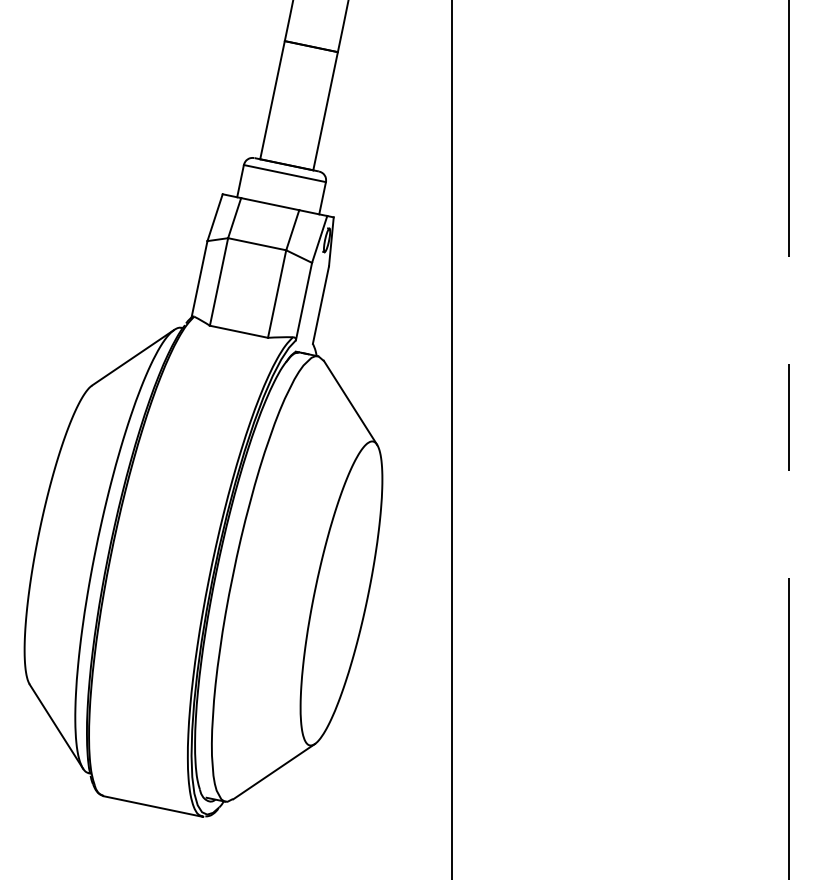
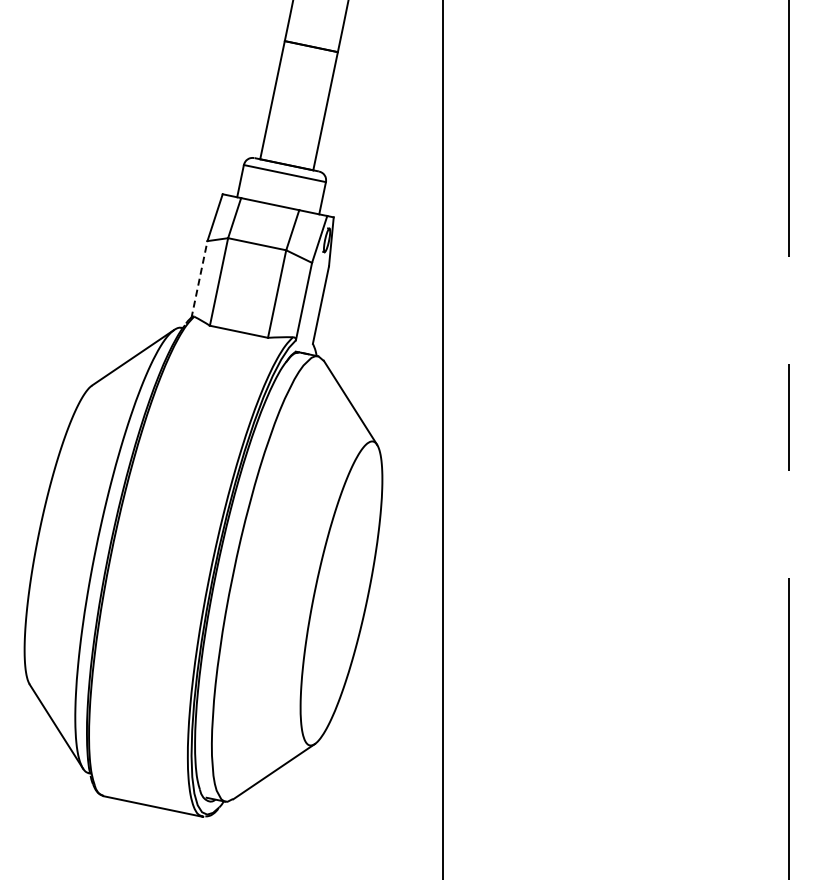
line at (199, 279): solid -> dashed
line at (452, 439) position: (452, 439) -> (443, 439)
